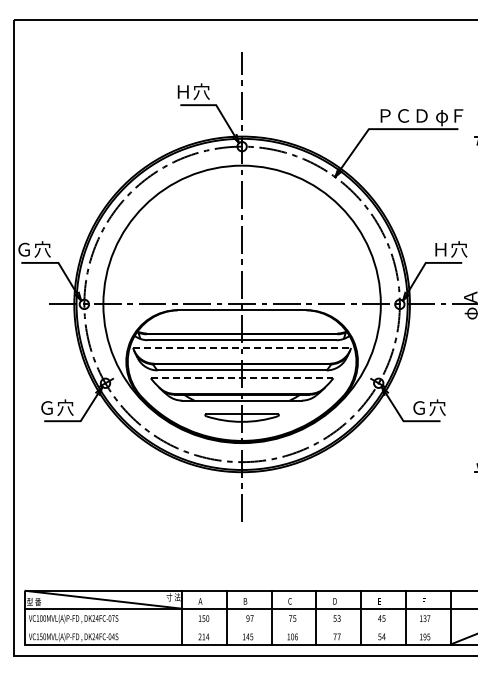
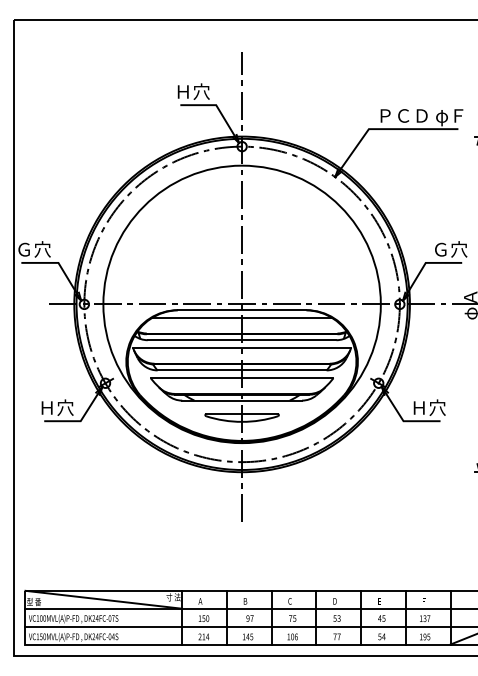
text at (440, 249): Ｈ穴 -> Ｇ穴
line at (241, 317): none -> present
line at (242, 348): dashed -> solid
line at (242, 378): dashed -> solid
text at (46, 407): Ｇ穴 -> Ｈ穴
text at (418, 407): Ｇ穴 -> Ｈ穴
line at (249, 626): none -> present
